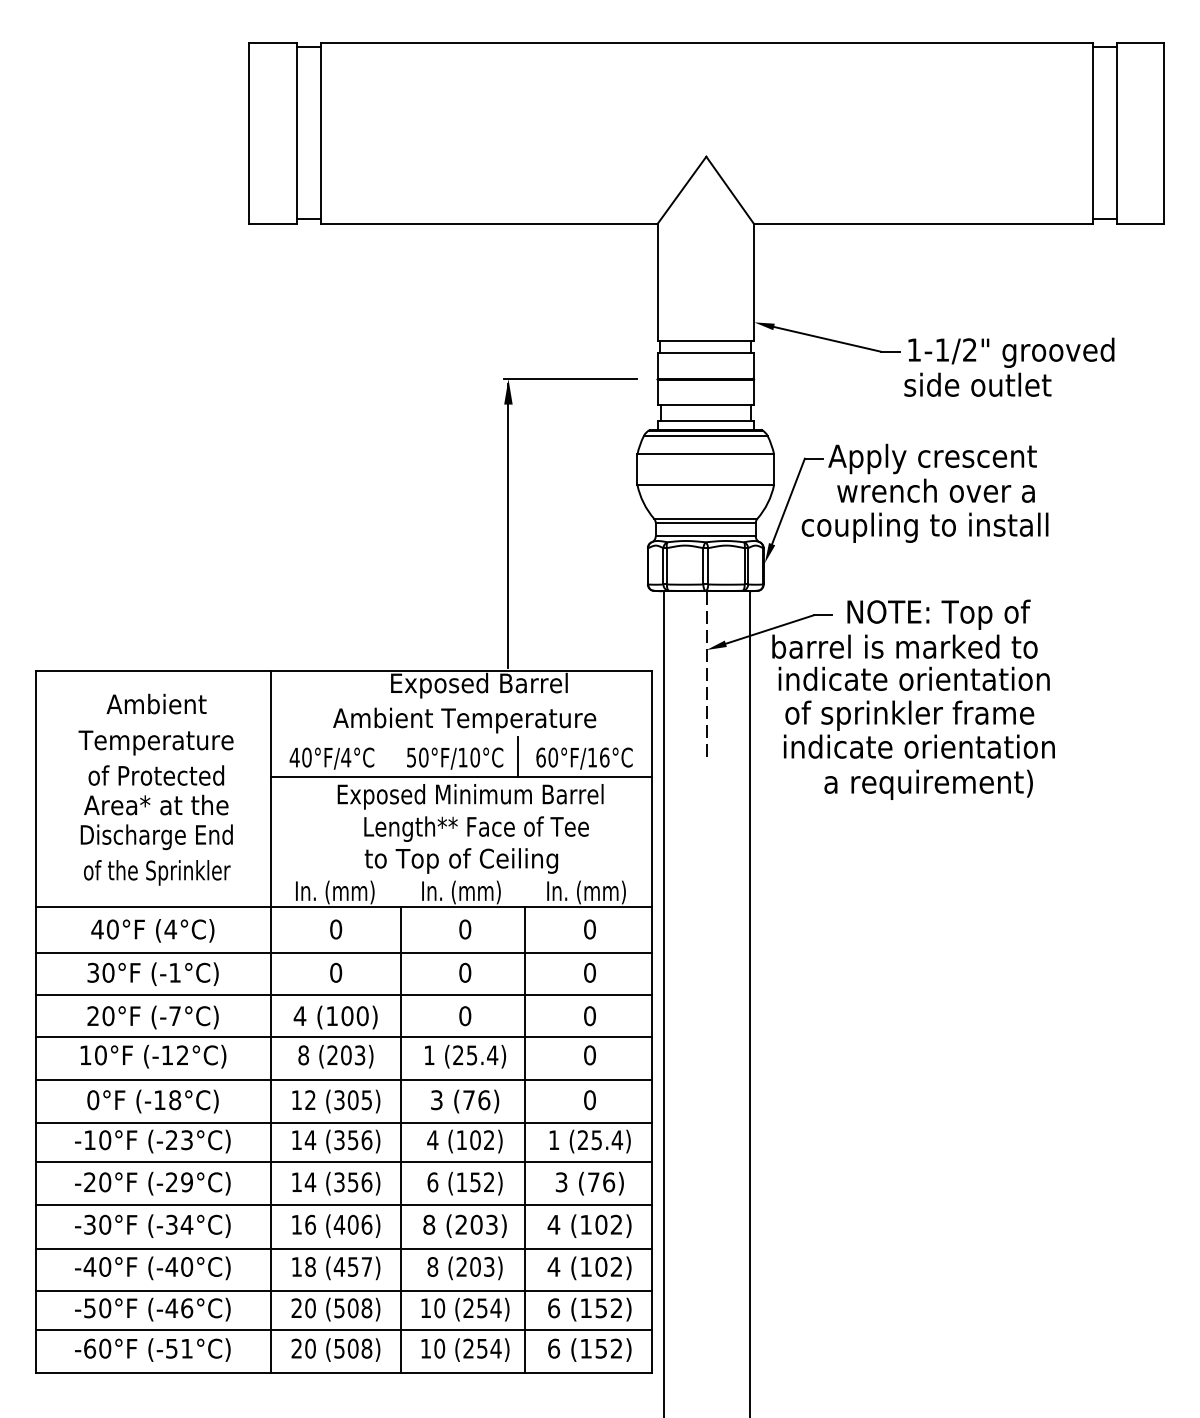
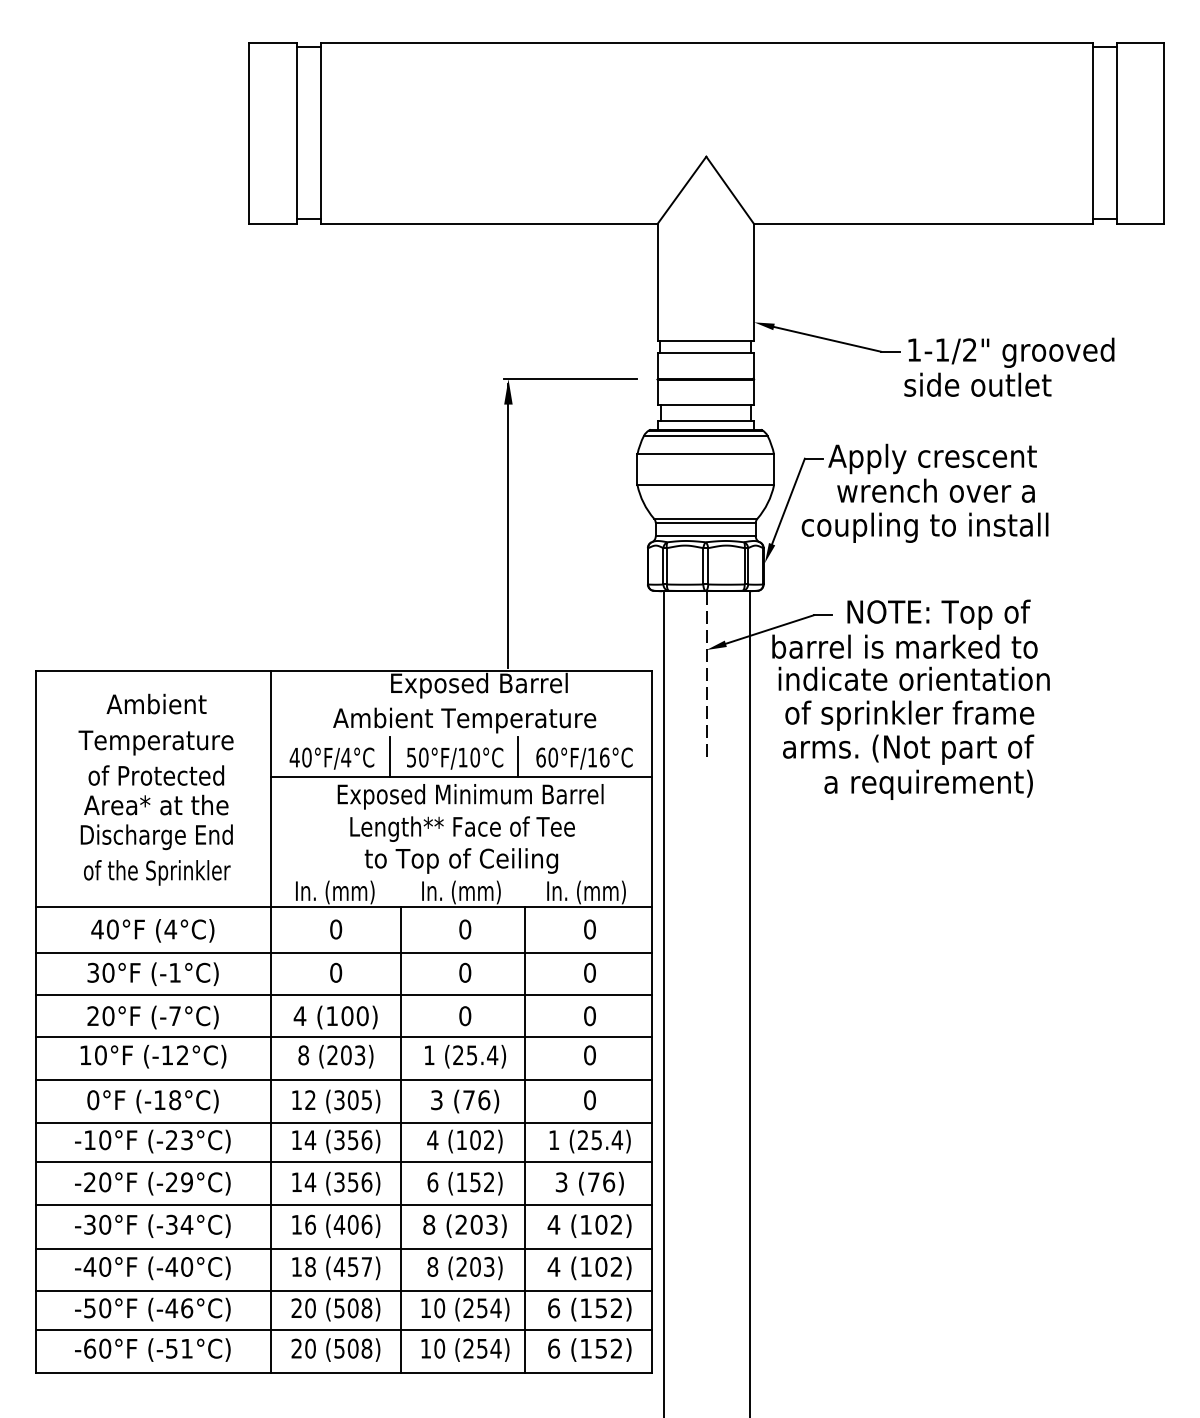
text at (918, 749): indicate orientation -> arms. (Not part of
line at (390, 756): none -> present
text at (476, 828) position: (476, 828) -> (462, 828)
